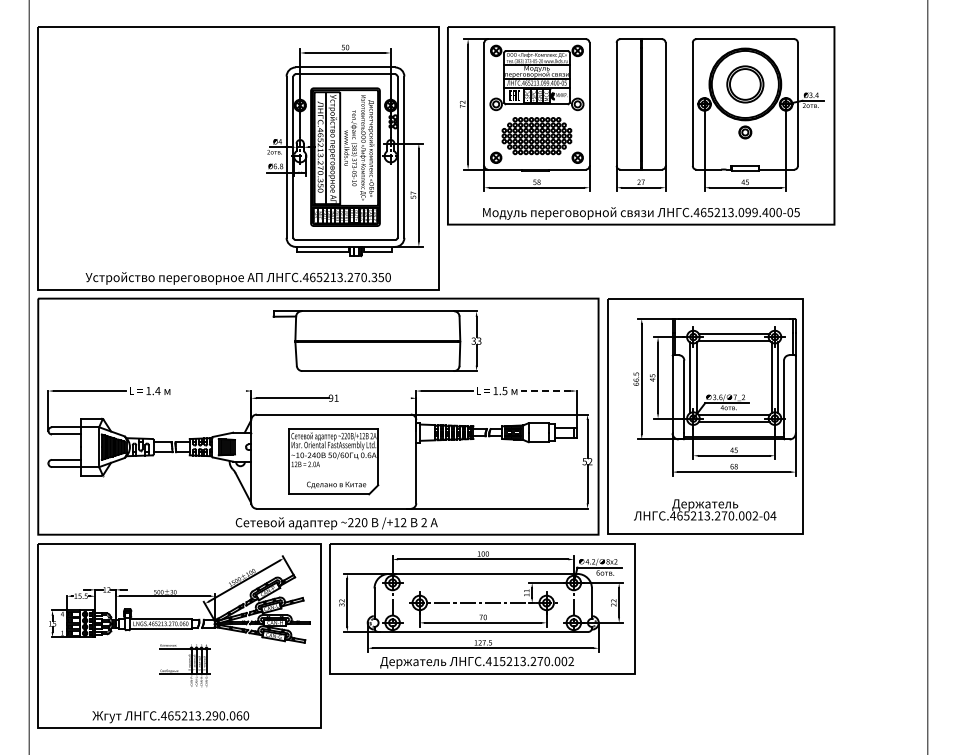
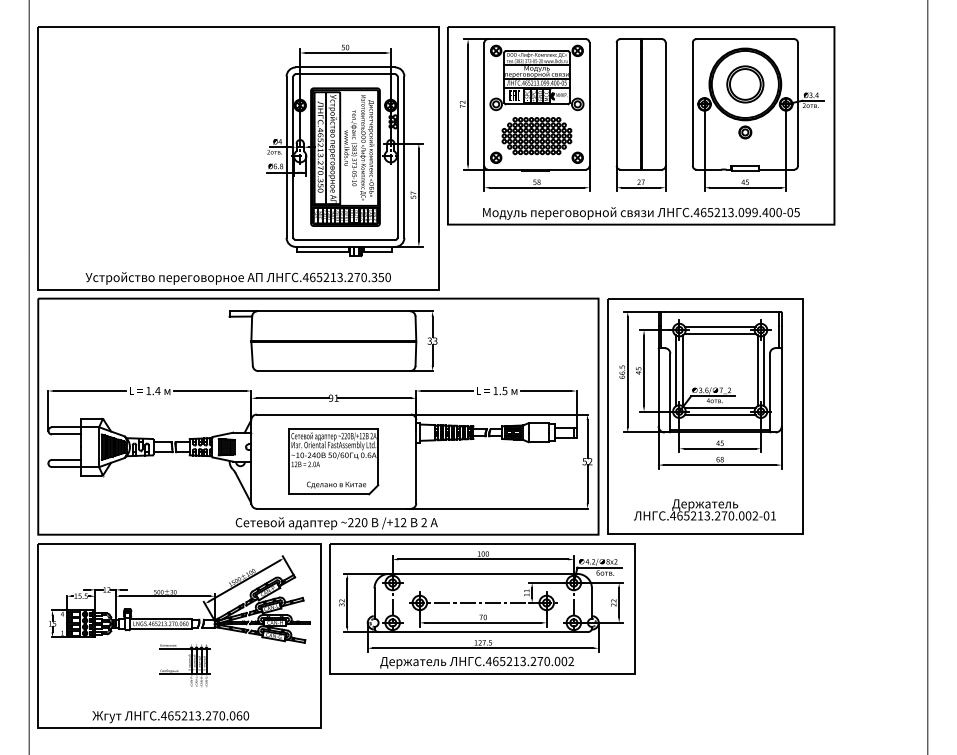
part at (376, 340) position: (376, 340) -> (332, 340)
line at (209, 391): none -> present
line at (545, 391): dashed -> solid
part at (714, 397) position: (714, 397) -> (700, 390)
line at (374, 398): none -> present
text at (773, 515): .465213.270.002-04 -> .465213.270.002-01
text at (495, 661): .415213.270.002 -> .465213.270.002
text at (215, 715): .465213.290.060 -> .465213.270.060
